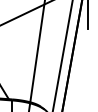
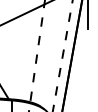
line at (62, 55): solid -> dashed
line at (36, 56): solid -> dashed
